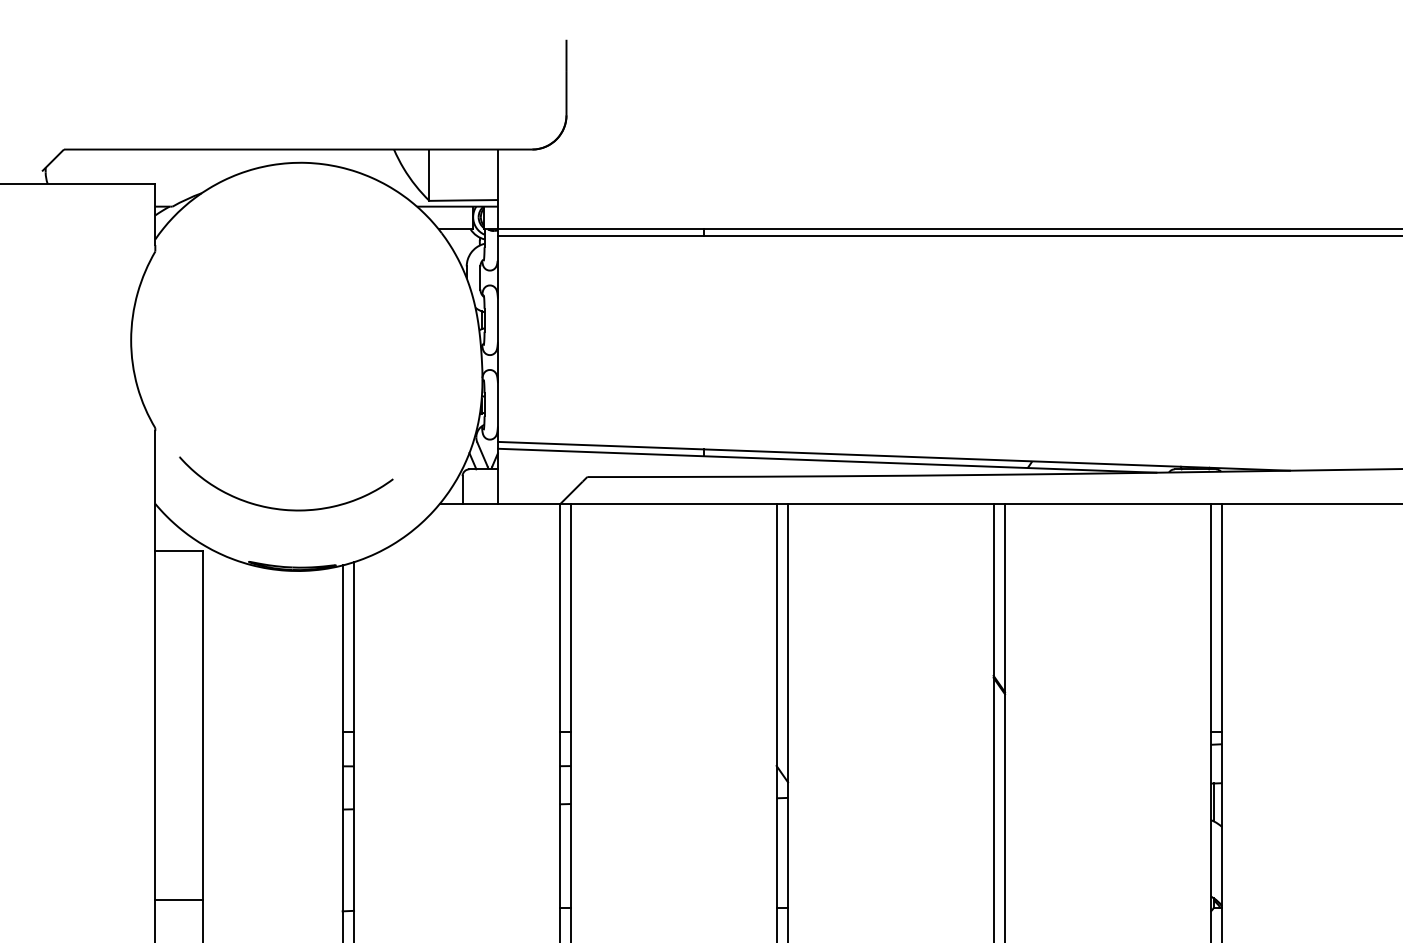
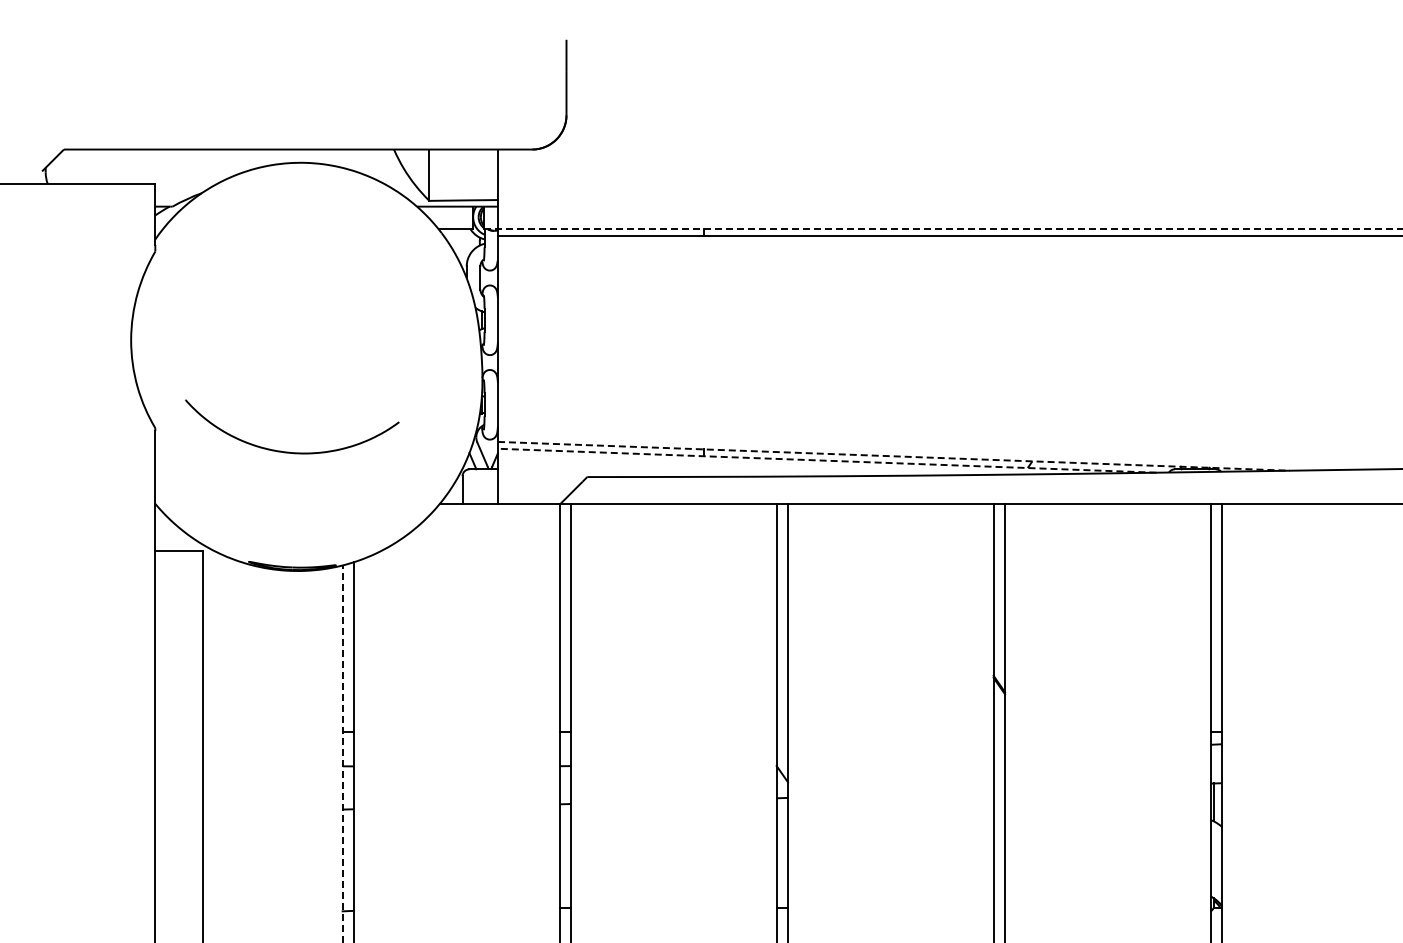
line at (943, 229): solid -> dashed
line at (894, 456): solid -> dashed
line at (826, 460): solid -> dashed
part at (283, 508) position: (283, 508) -> (289, 451)
line at (342, 753): solid -> dashed
line at (179, 899): present -> none
